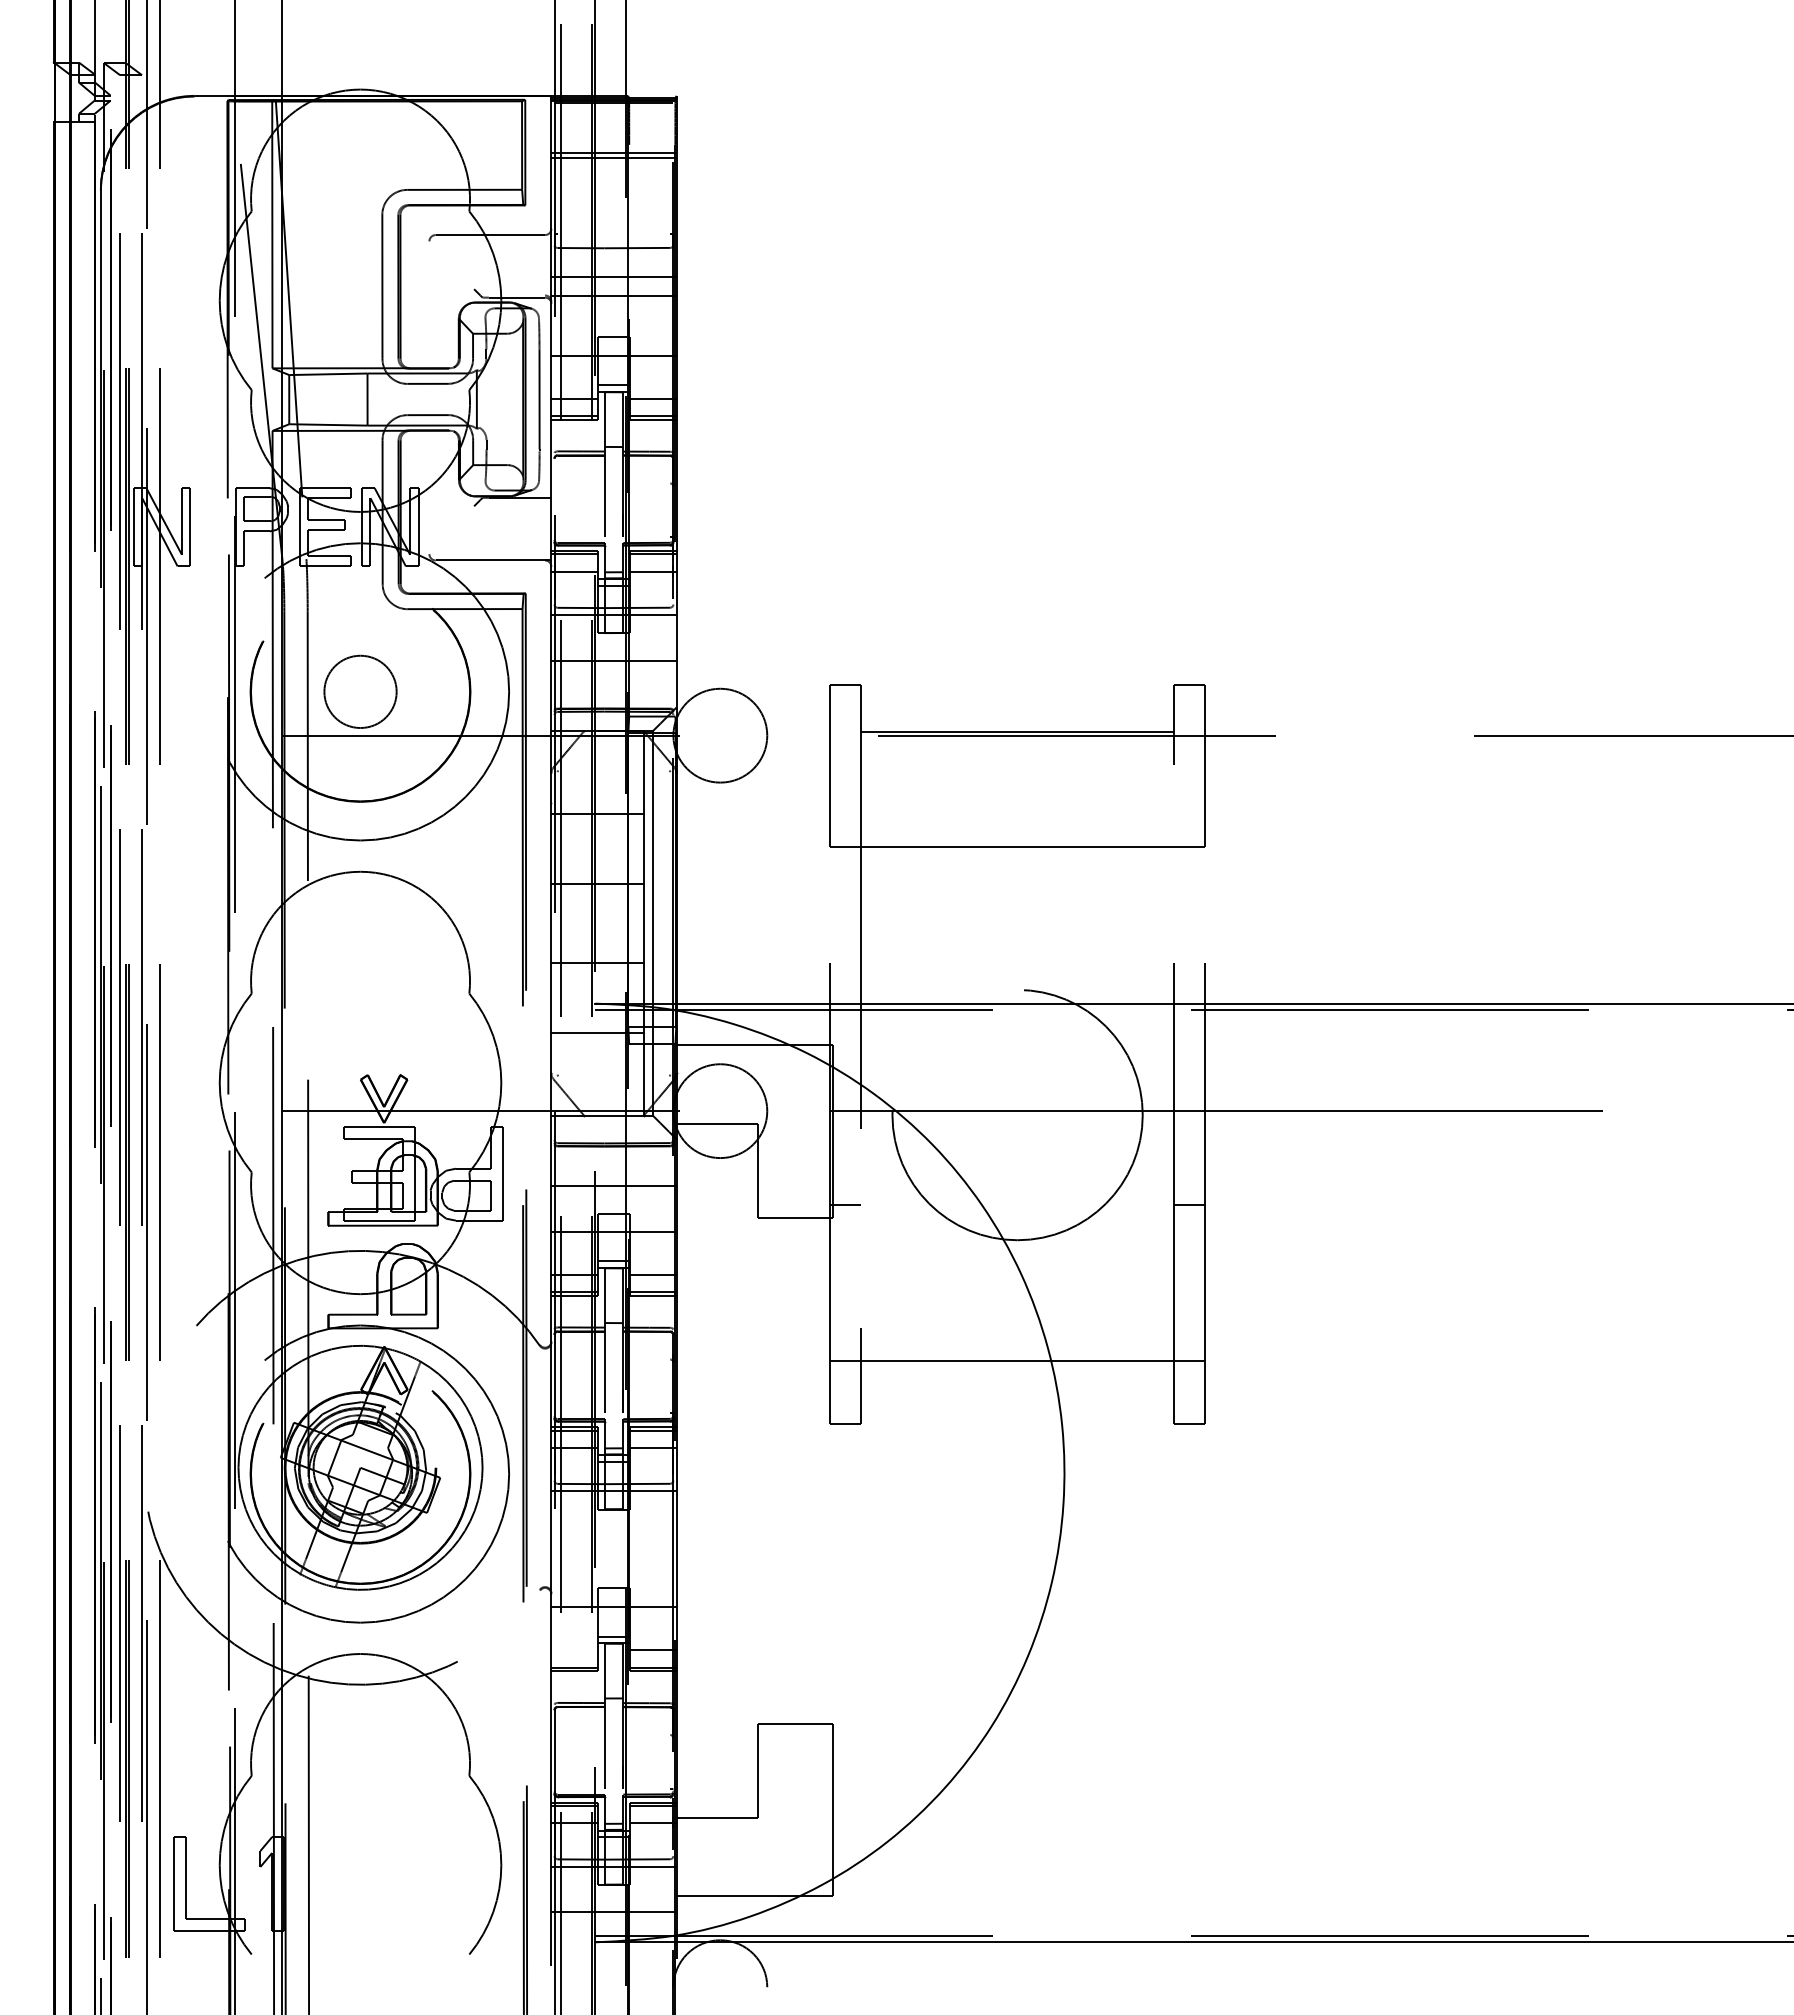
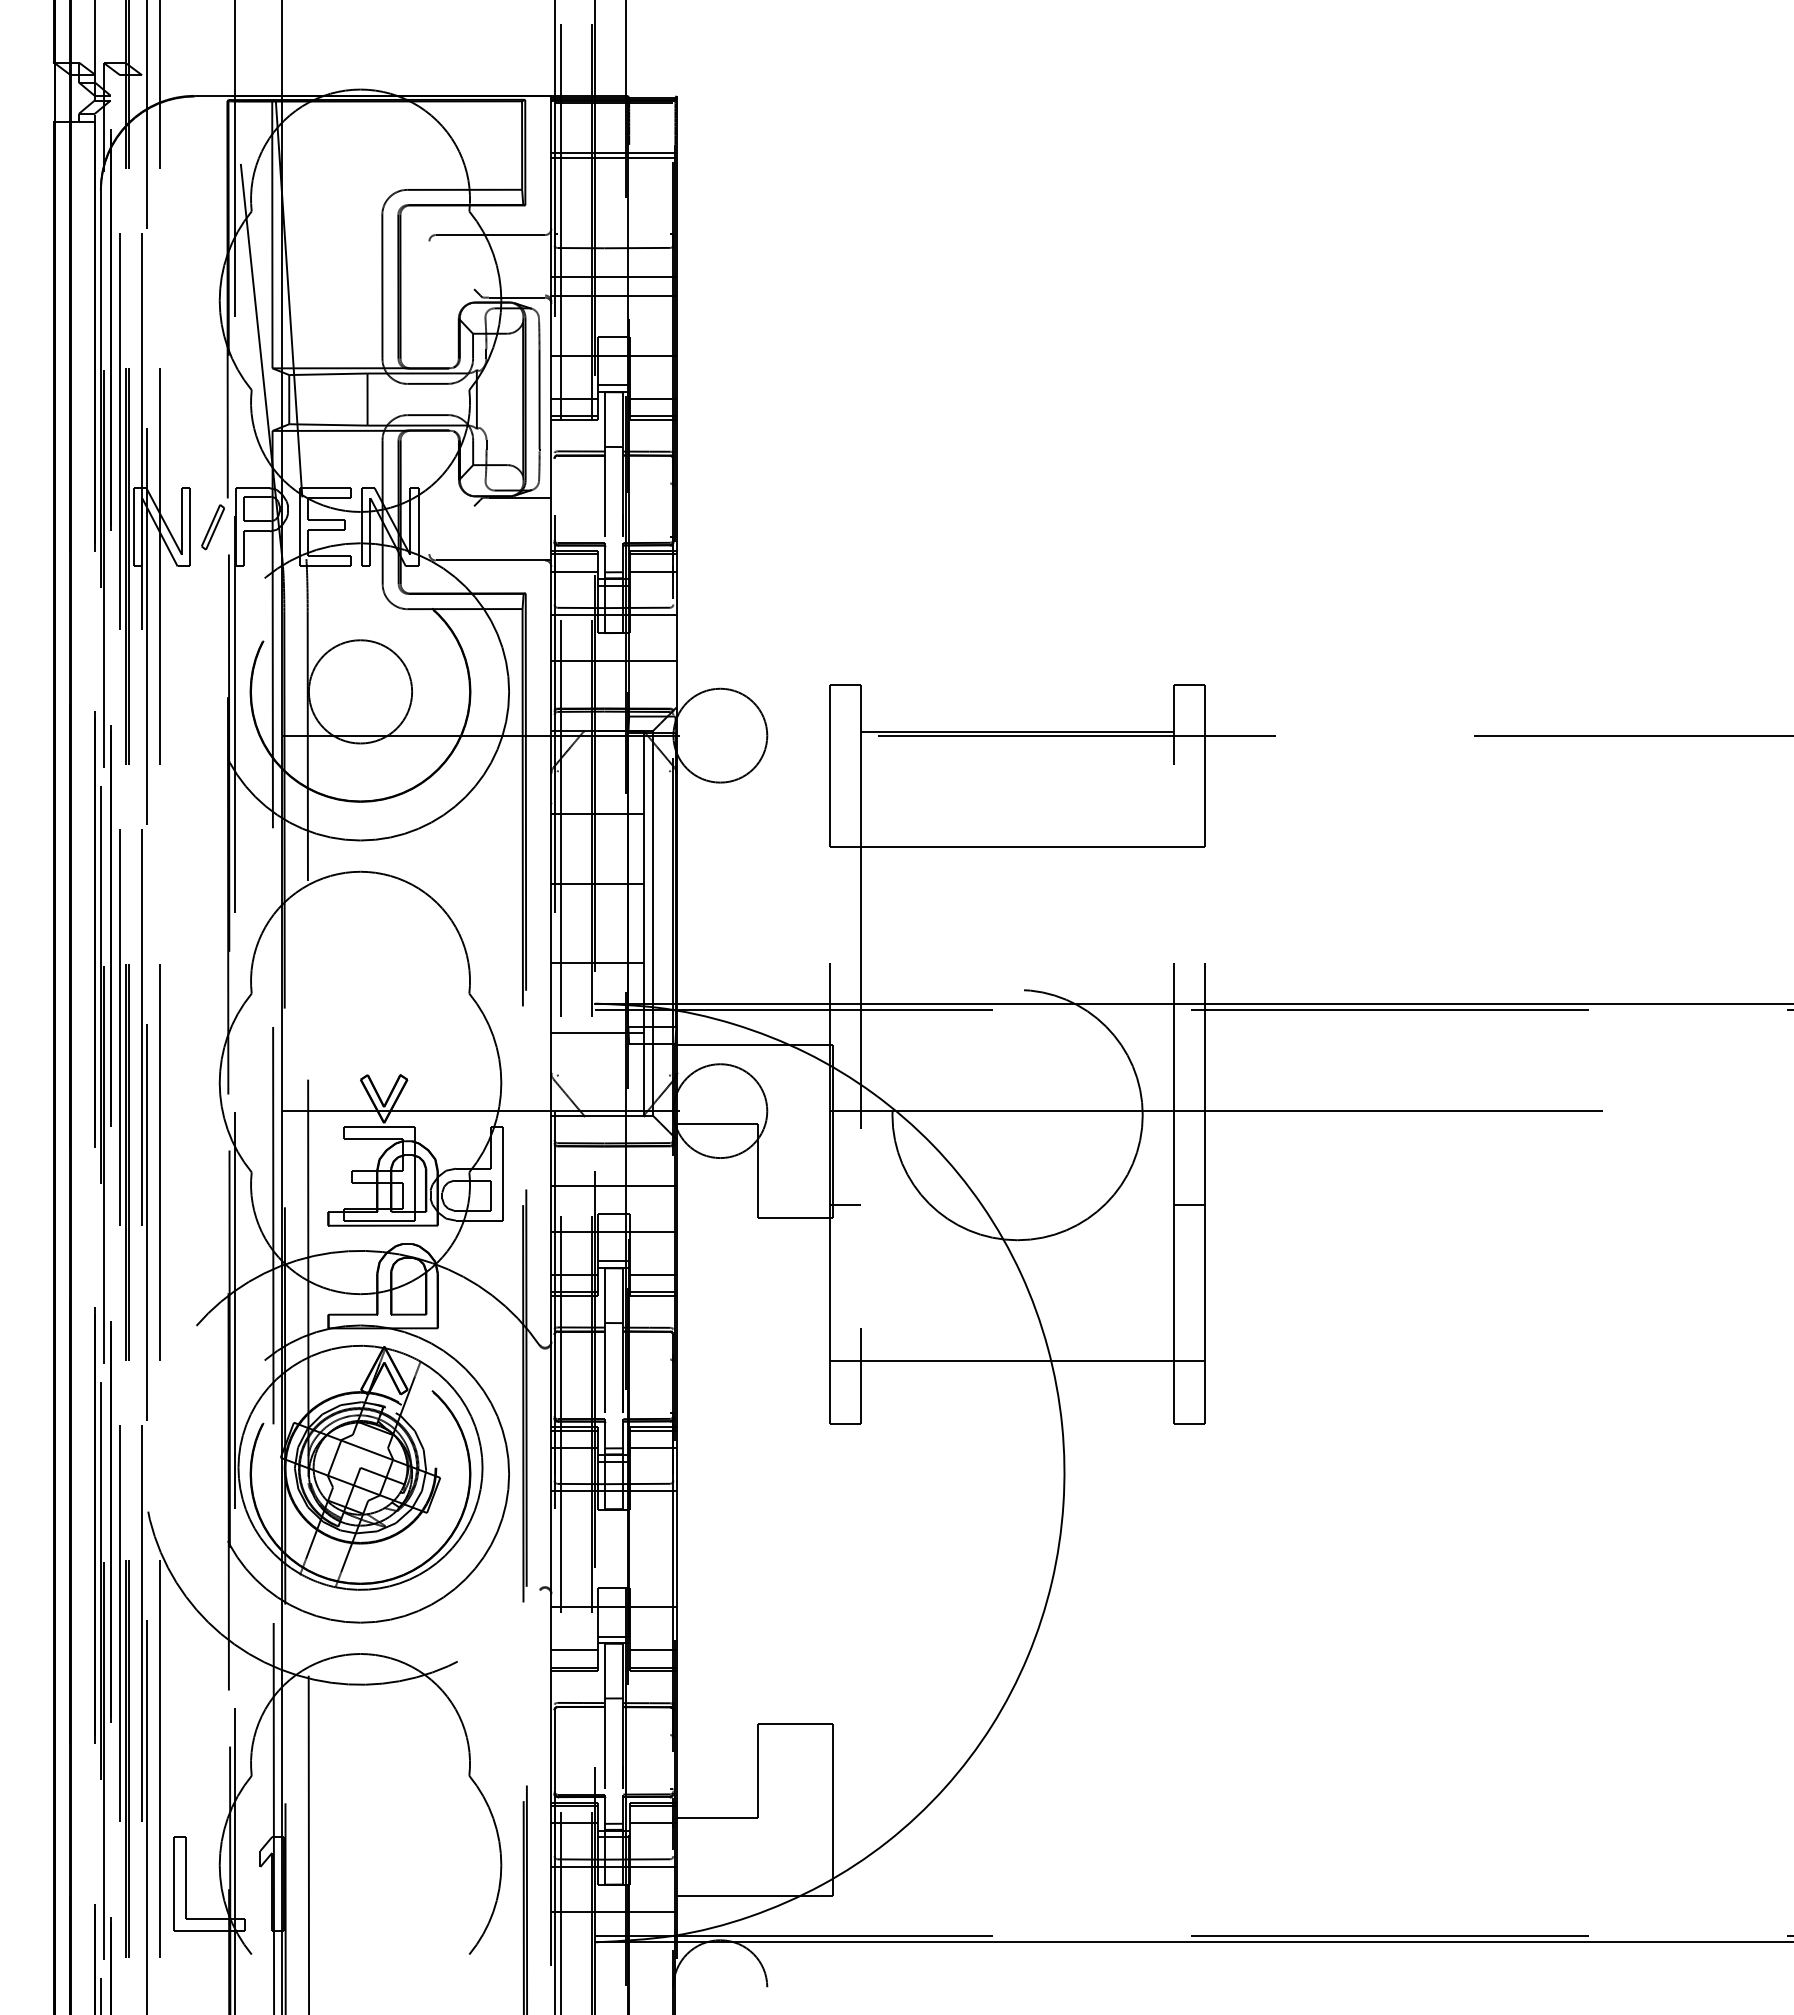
part at (212, 527): none -> present
circle at (360, 691) diameter: 72 px -> 103 px
line at (574, 1650): none -> present
